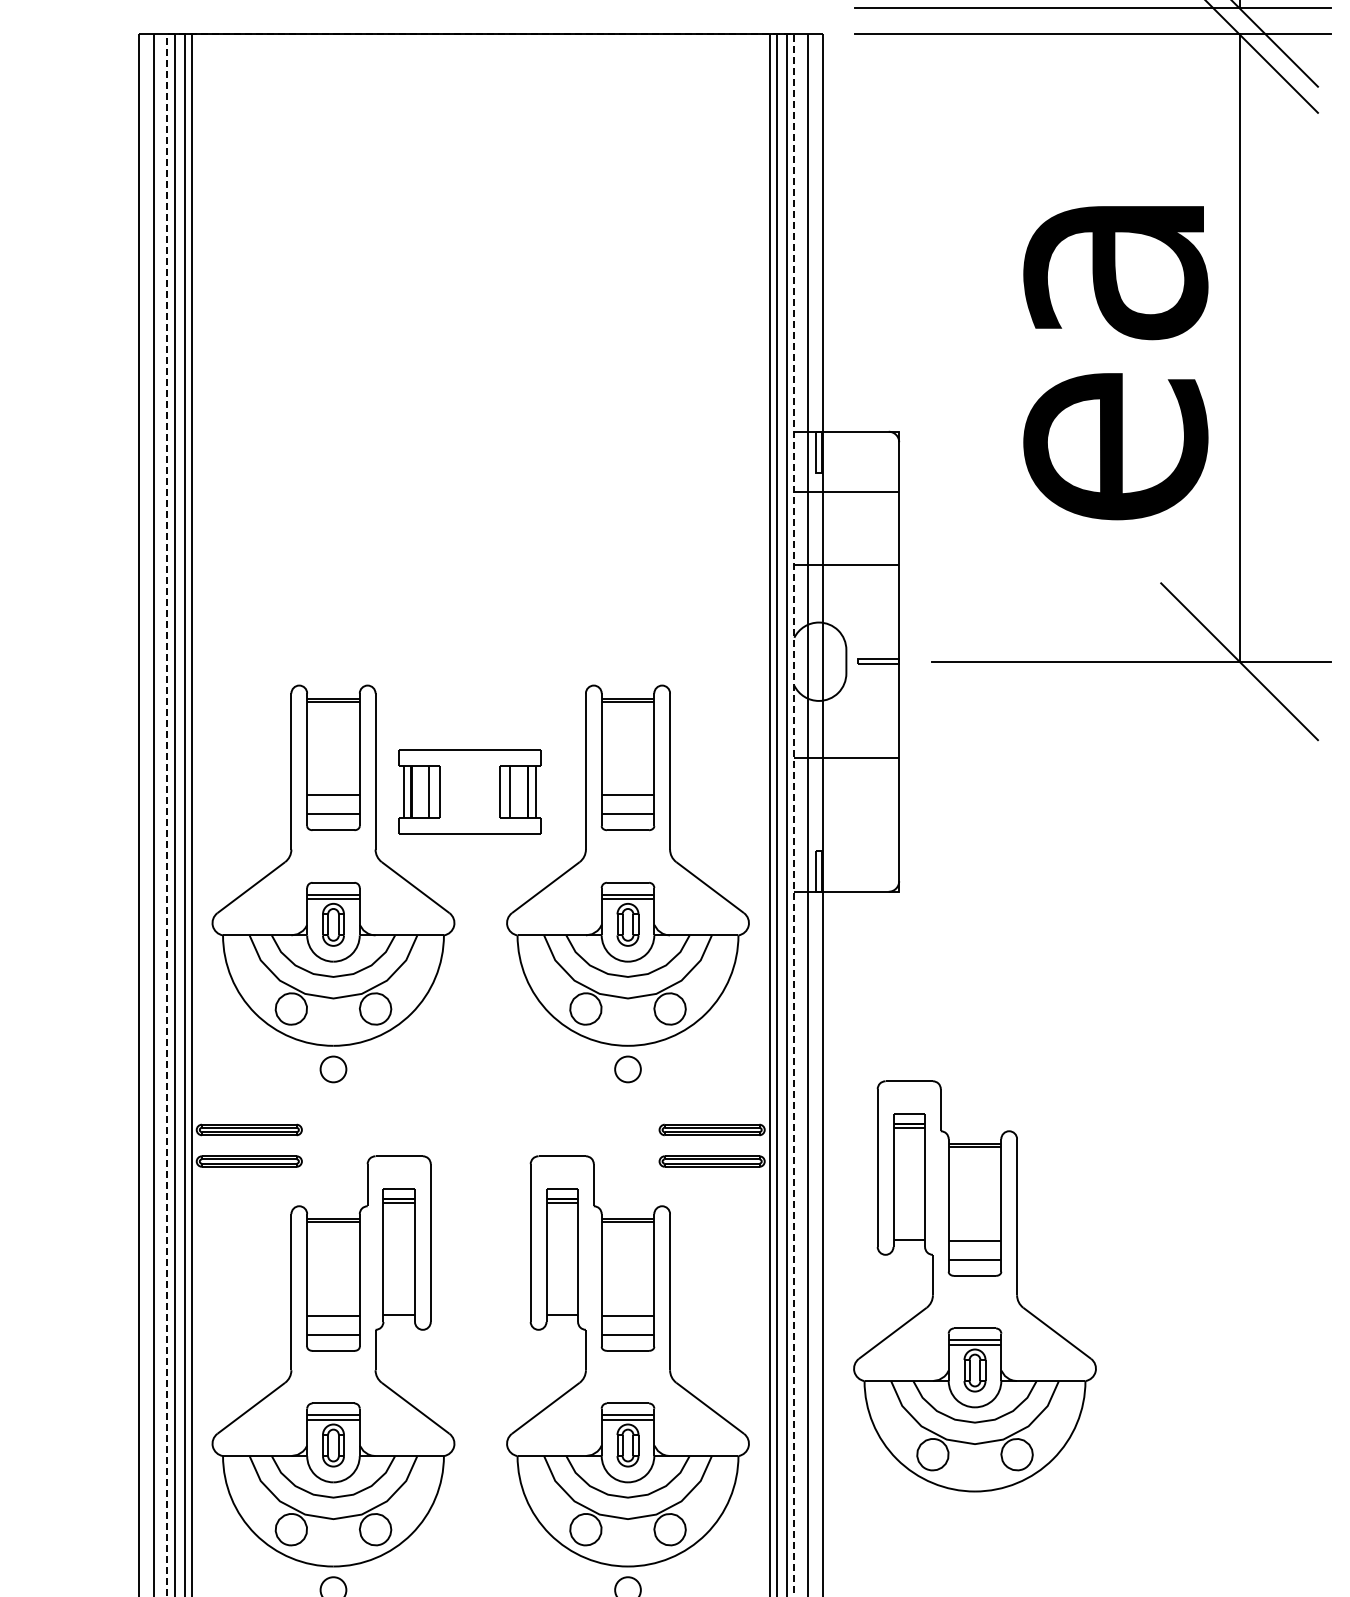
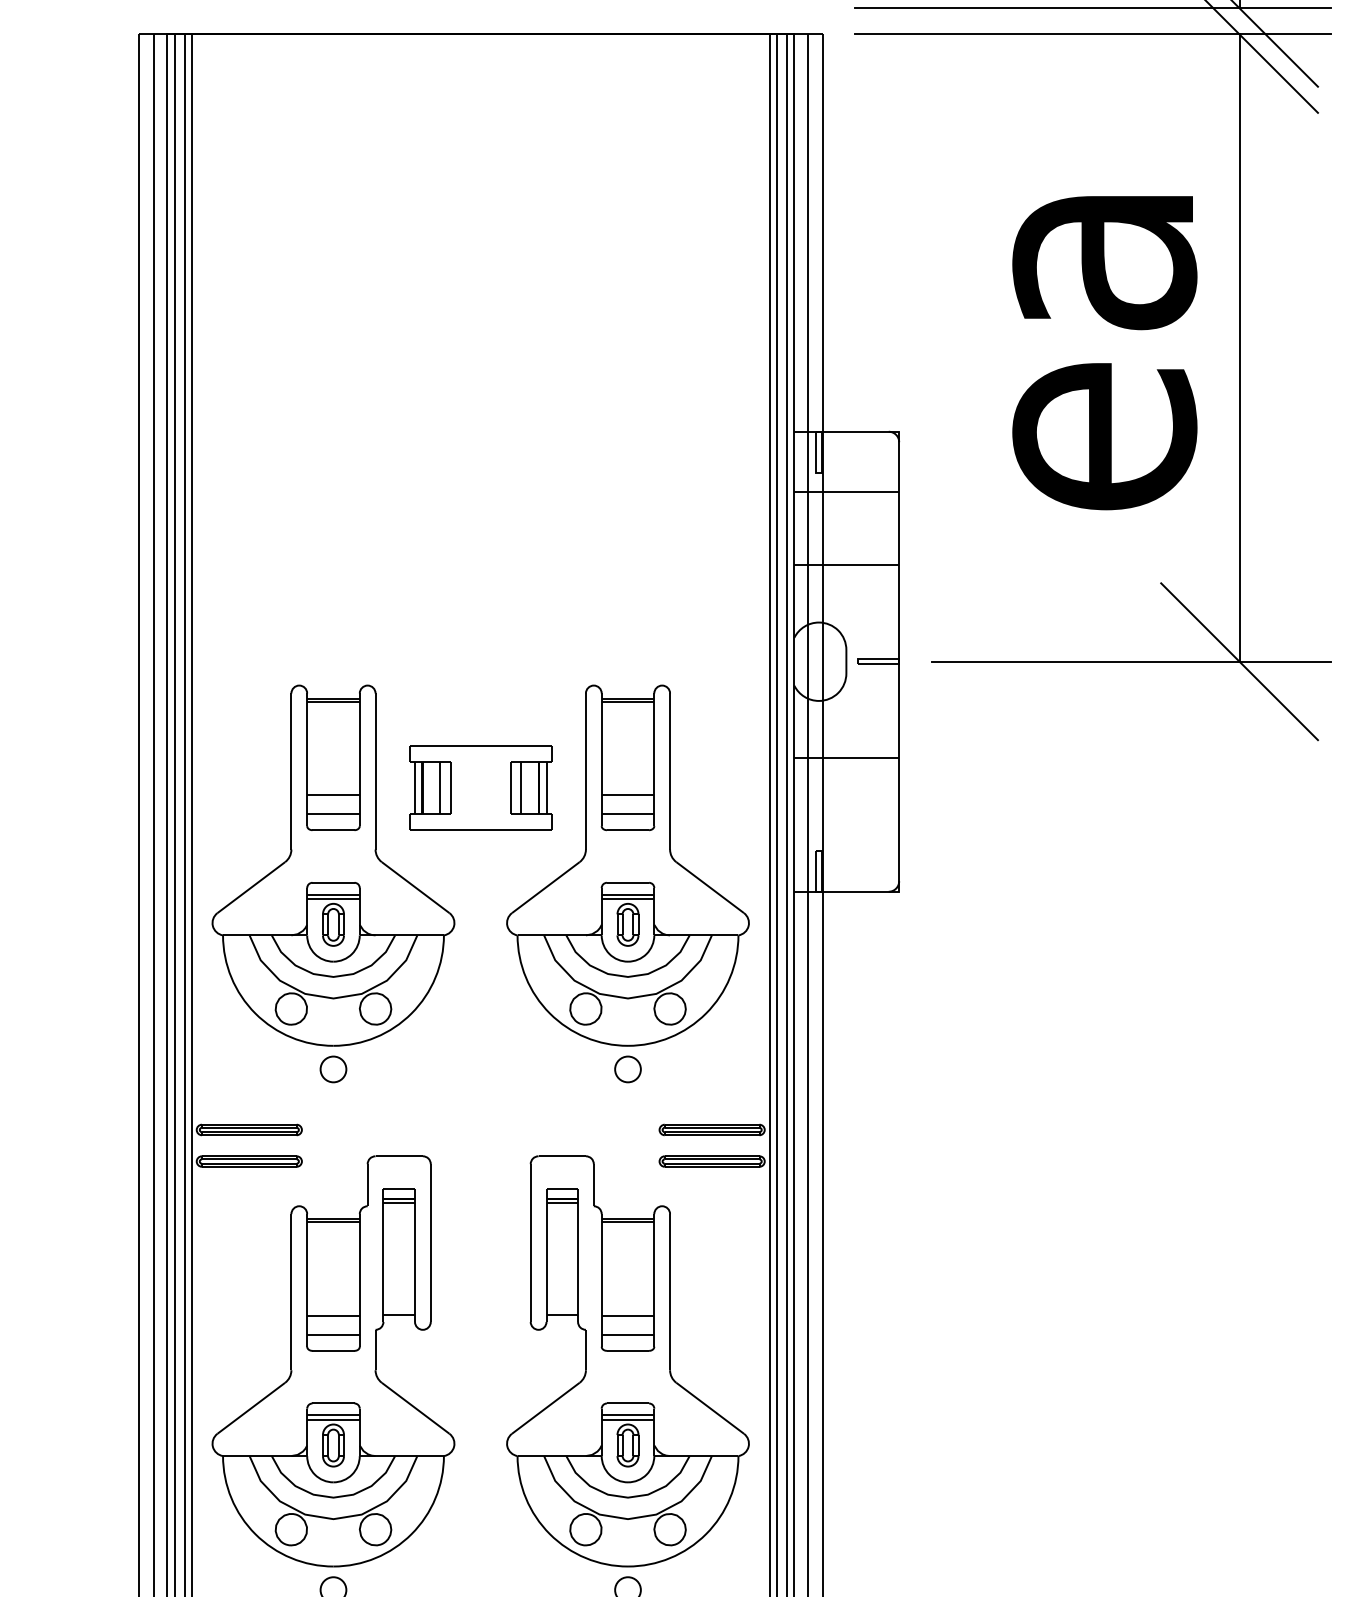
line at (480, 34): dashed -> solid
text at (1115, 363) position: (1115, 363) -> (1104, 353)
part at (469, 791) position: (469, 791) -> (480, 787)
part at (974, 1286): present -> none
